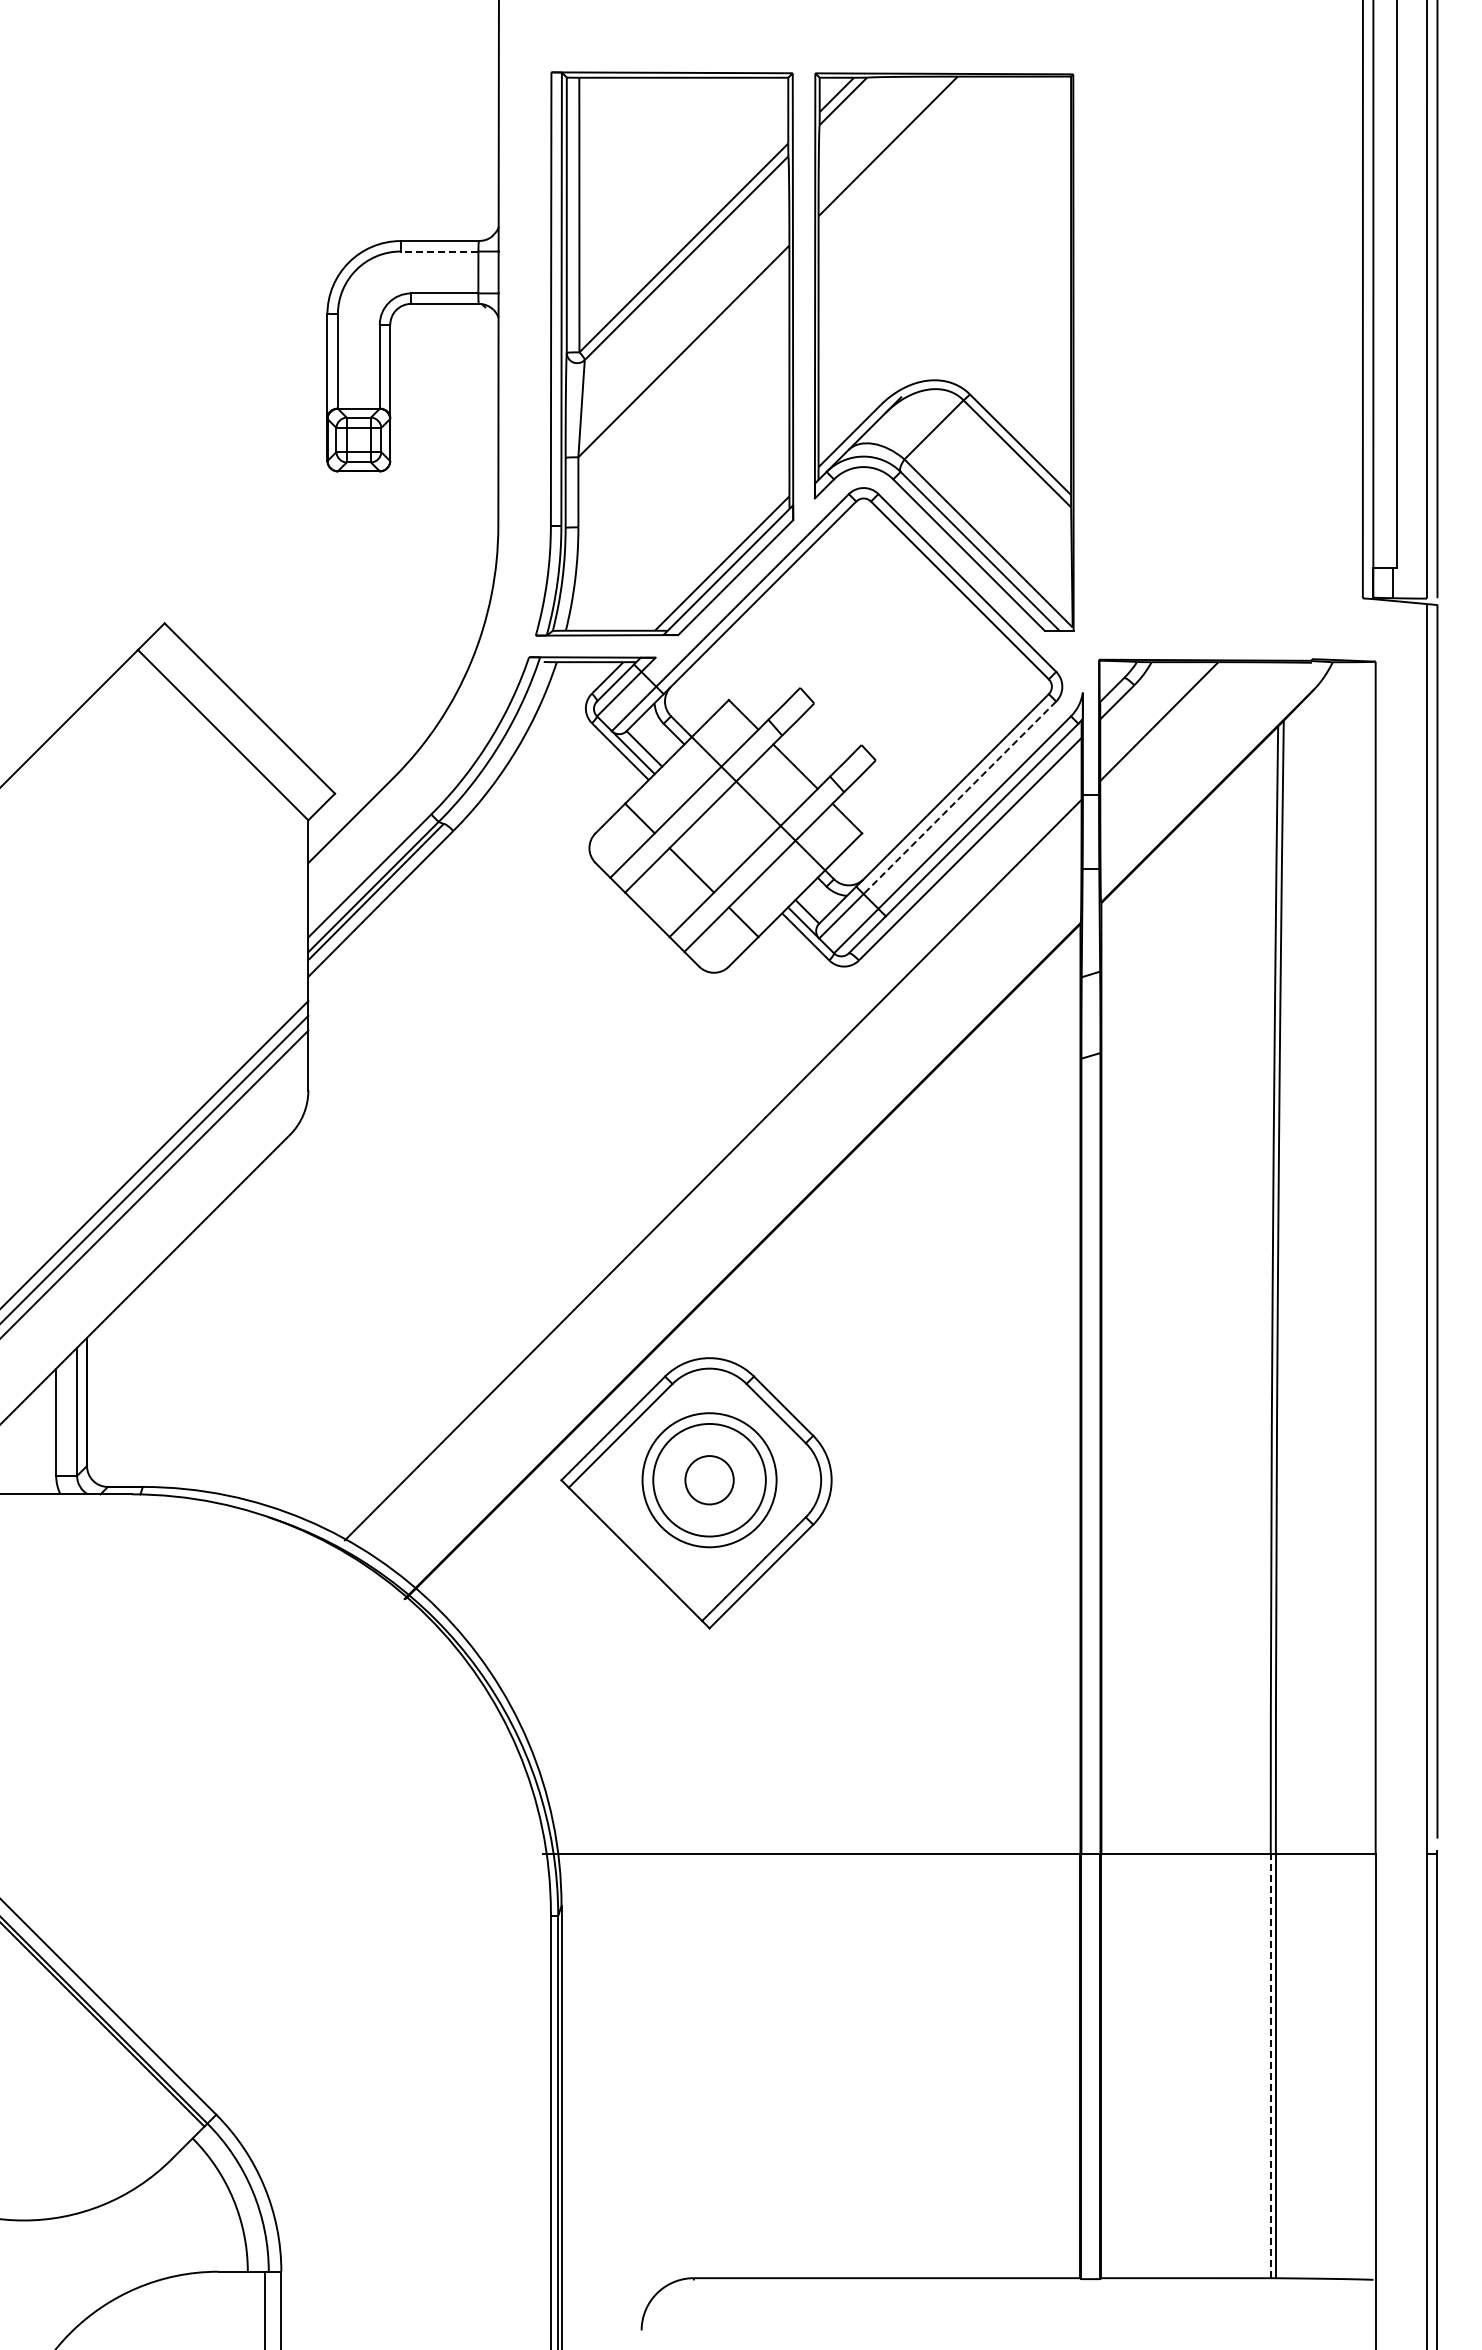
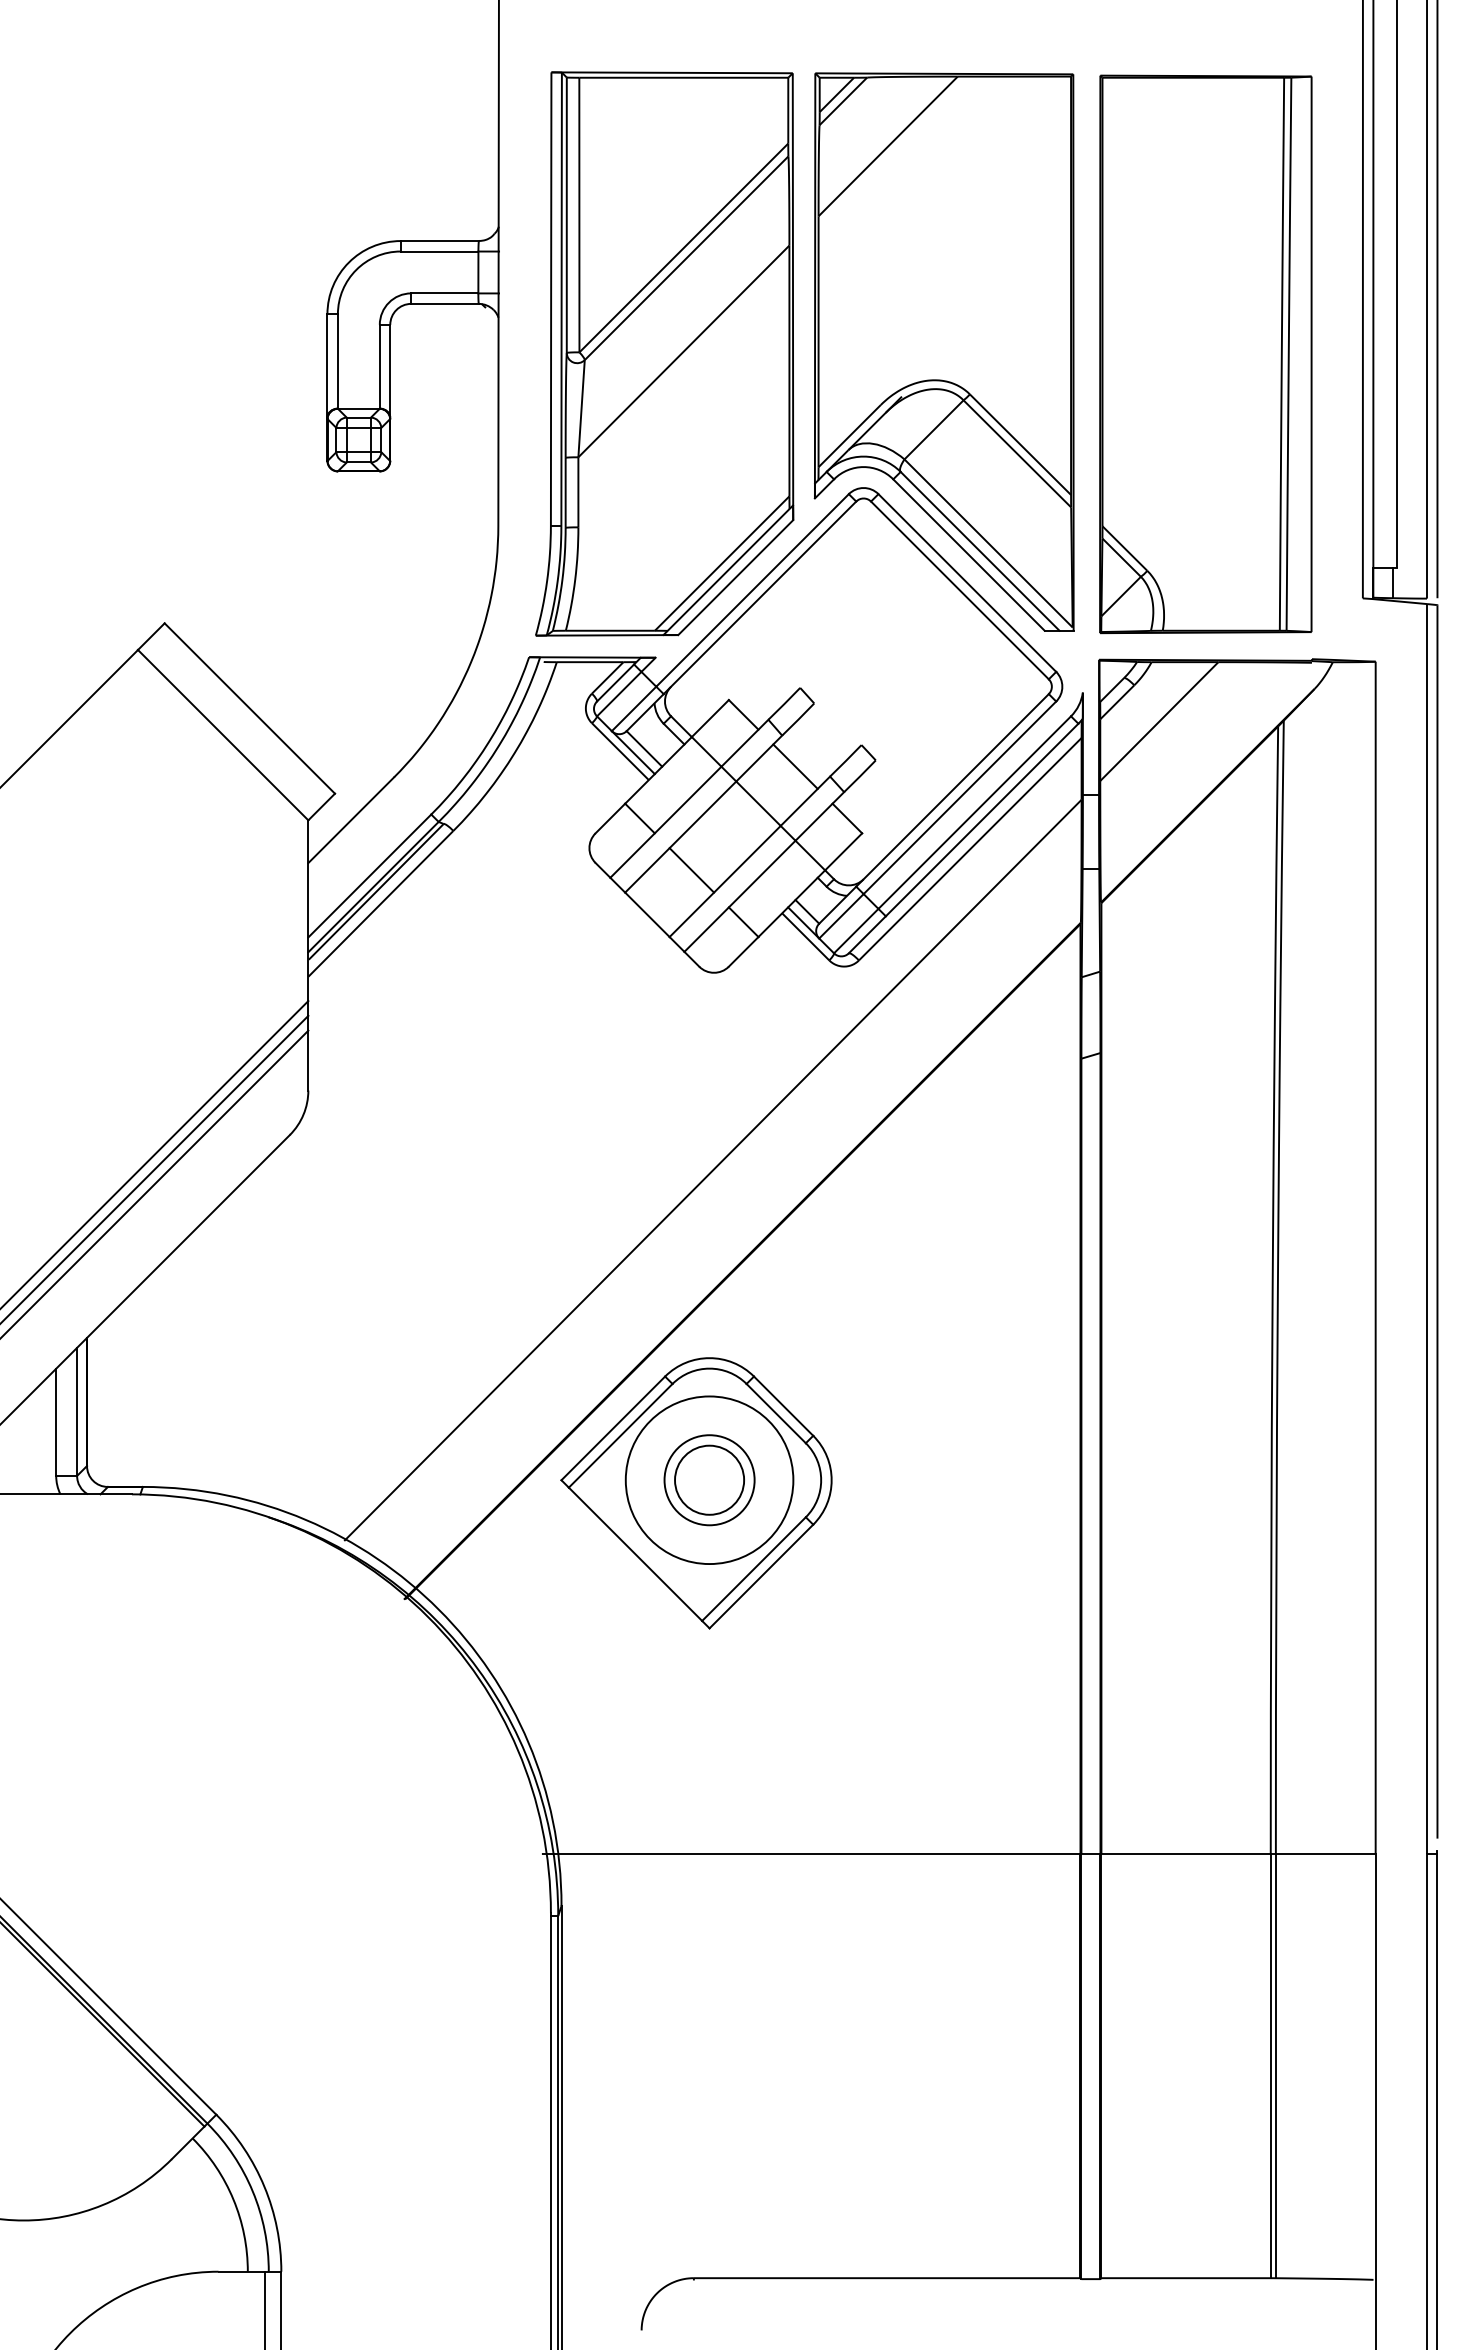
line at (439, 251): dashed -> solid
part at (1205, 354): none -> present
line at (959, 798): dashed -> solid
circle at (709, 1479) diameter: 113 px -> 90 px
circle at (709, 1480) diameter: 134 px -> 168 px
circle at (709, 1480) diameter: 48 px -> 69 px
line at (1270, 2065): dashed -> solid
